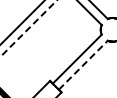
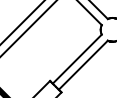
line at (29, 28): dashed -> solid
line at (83, 65): dashed -> solid
